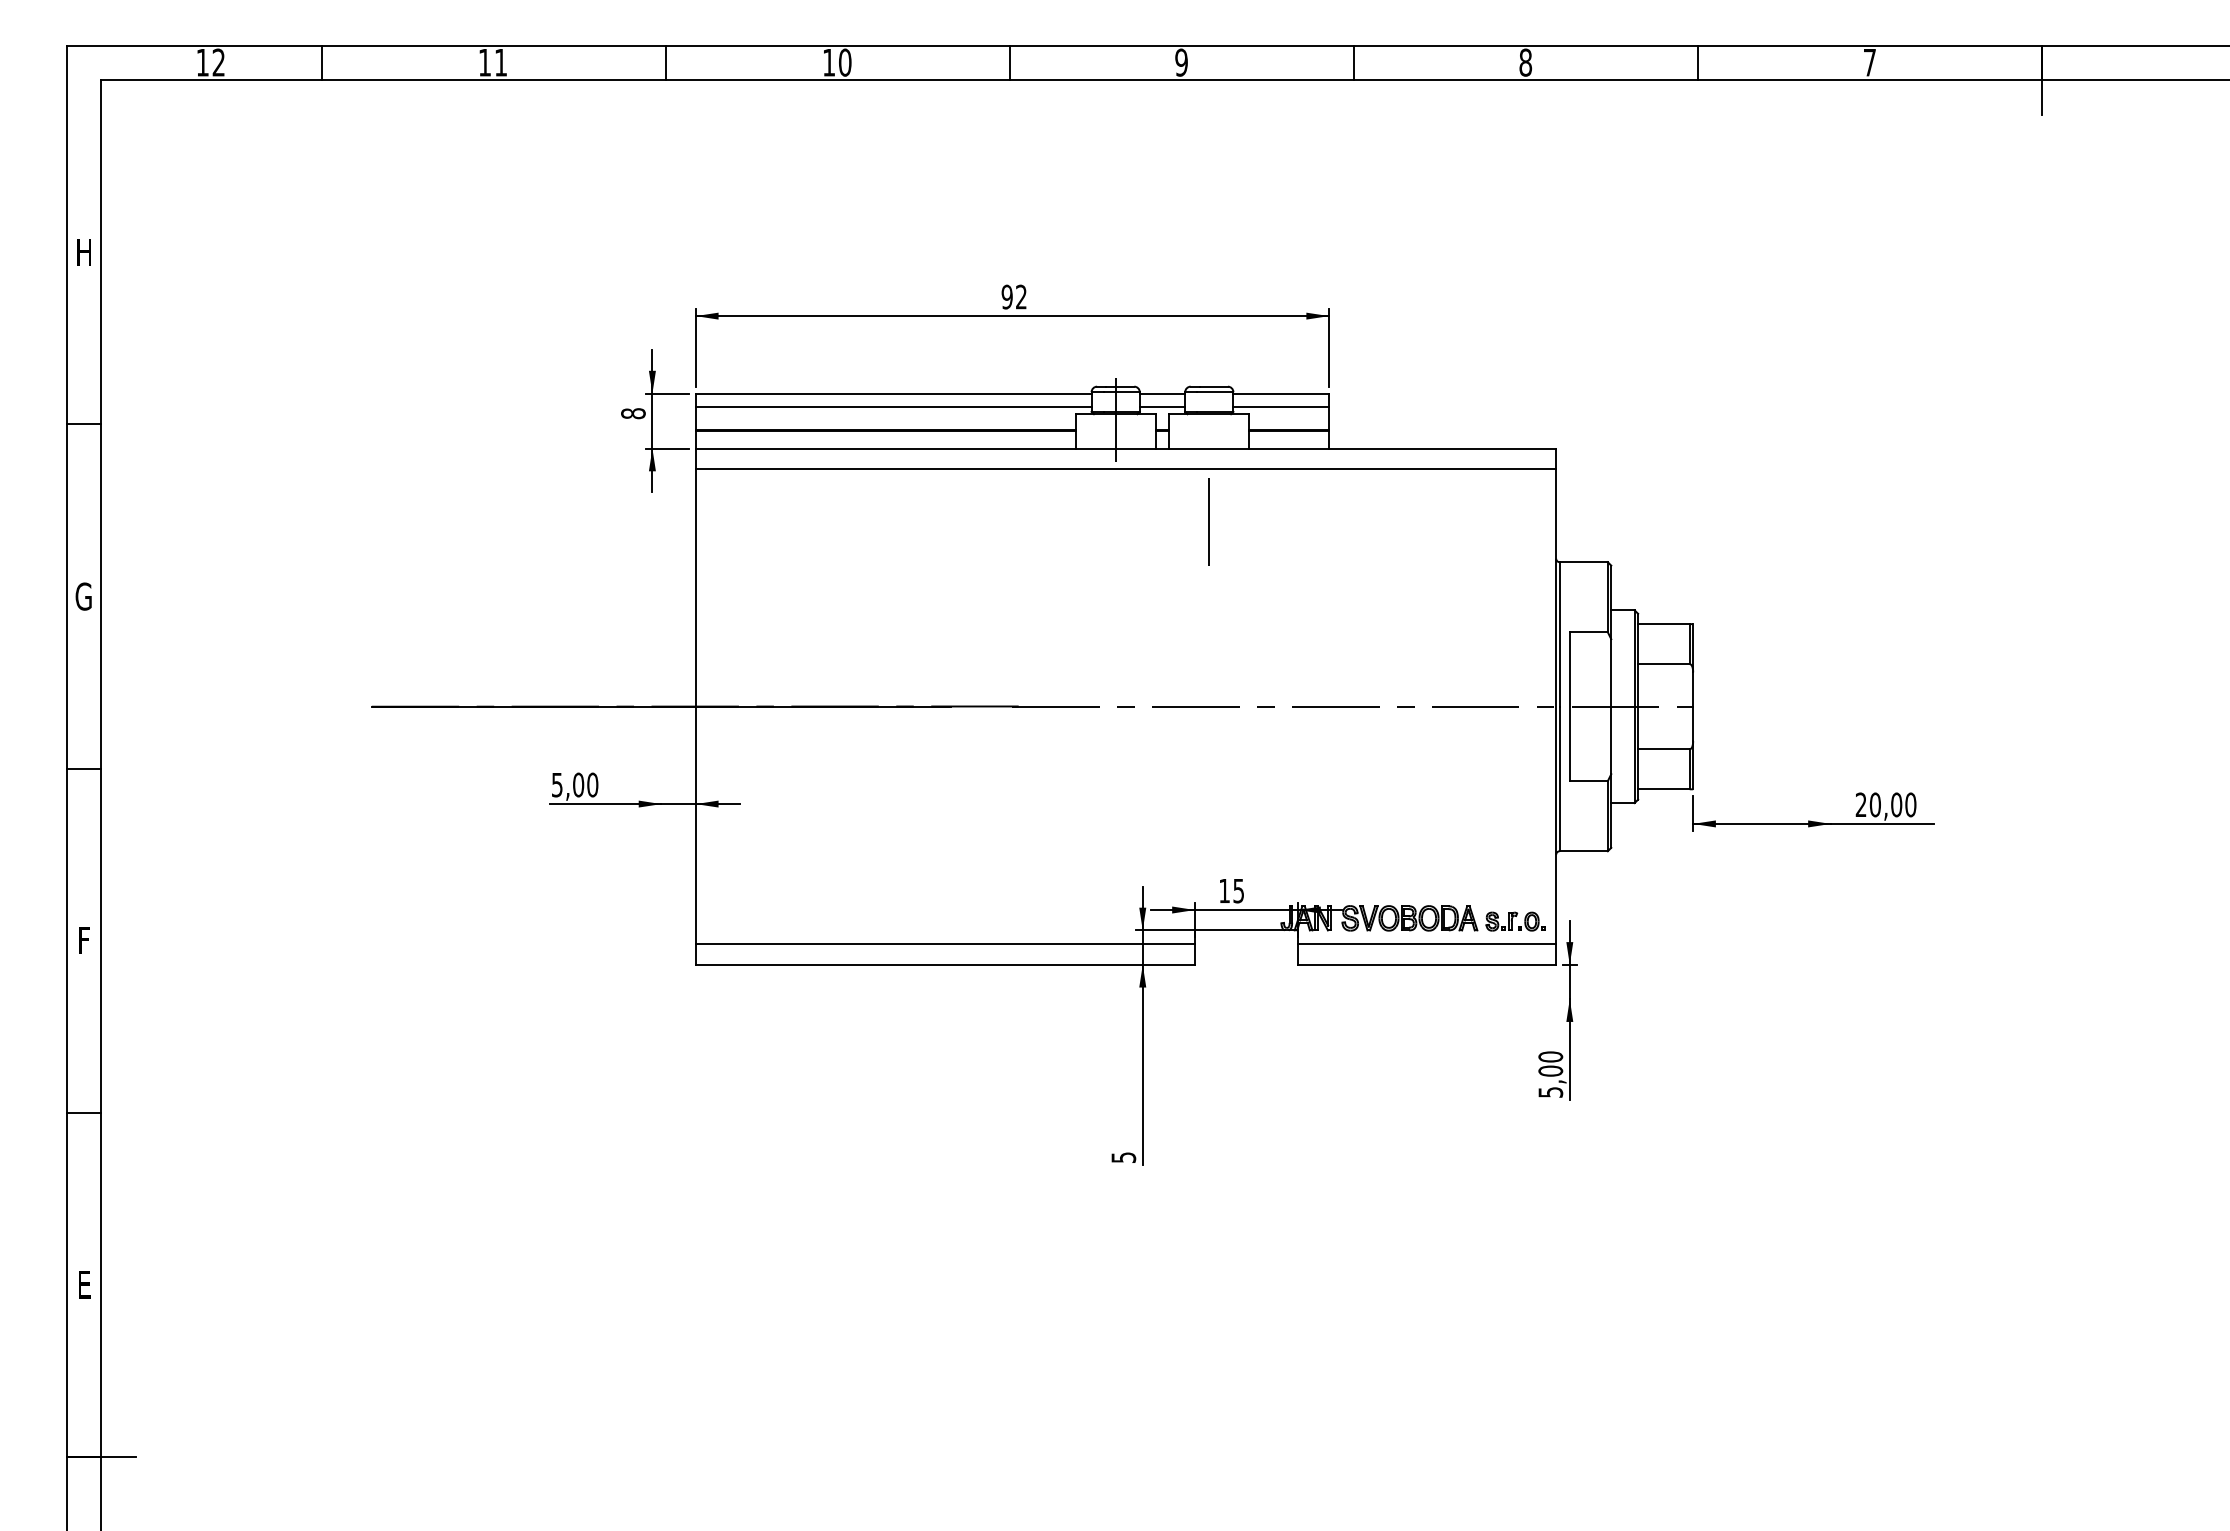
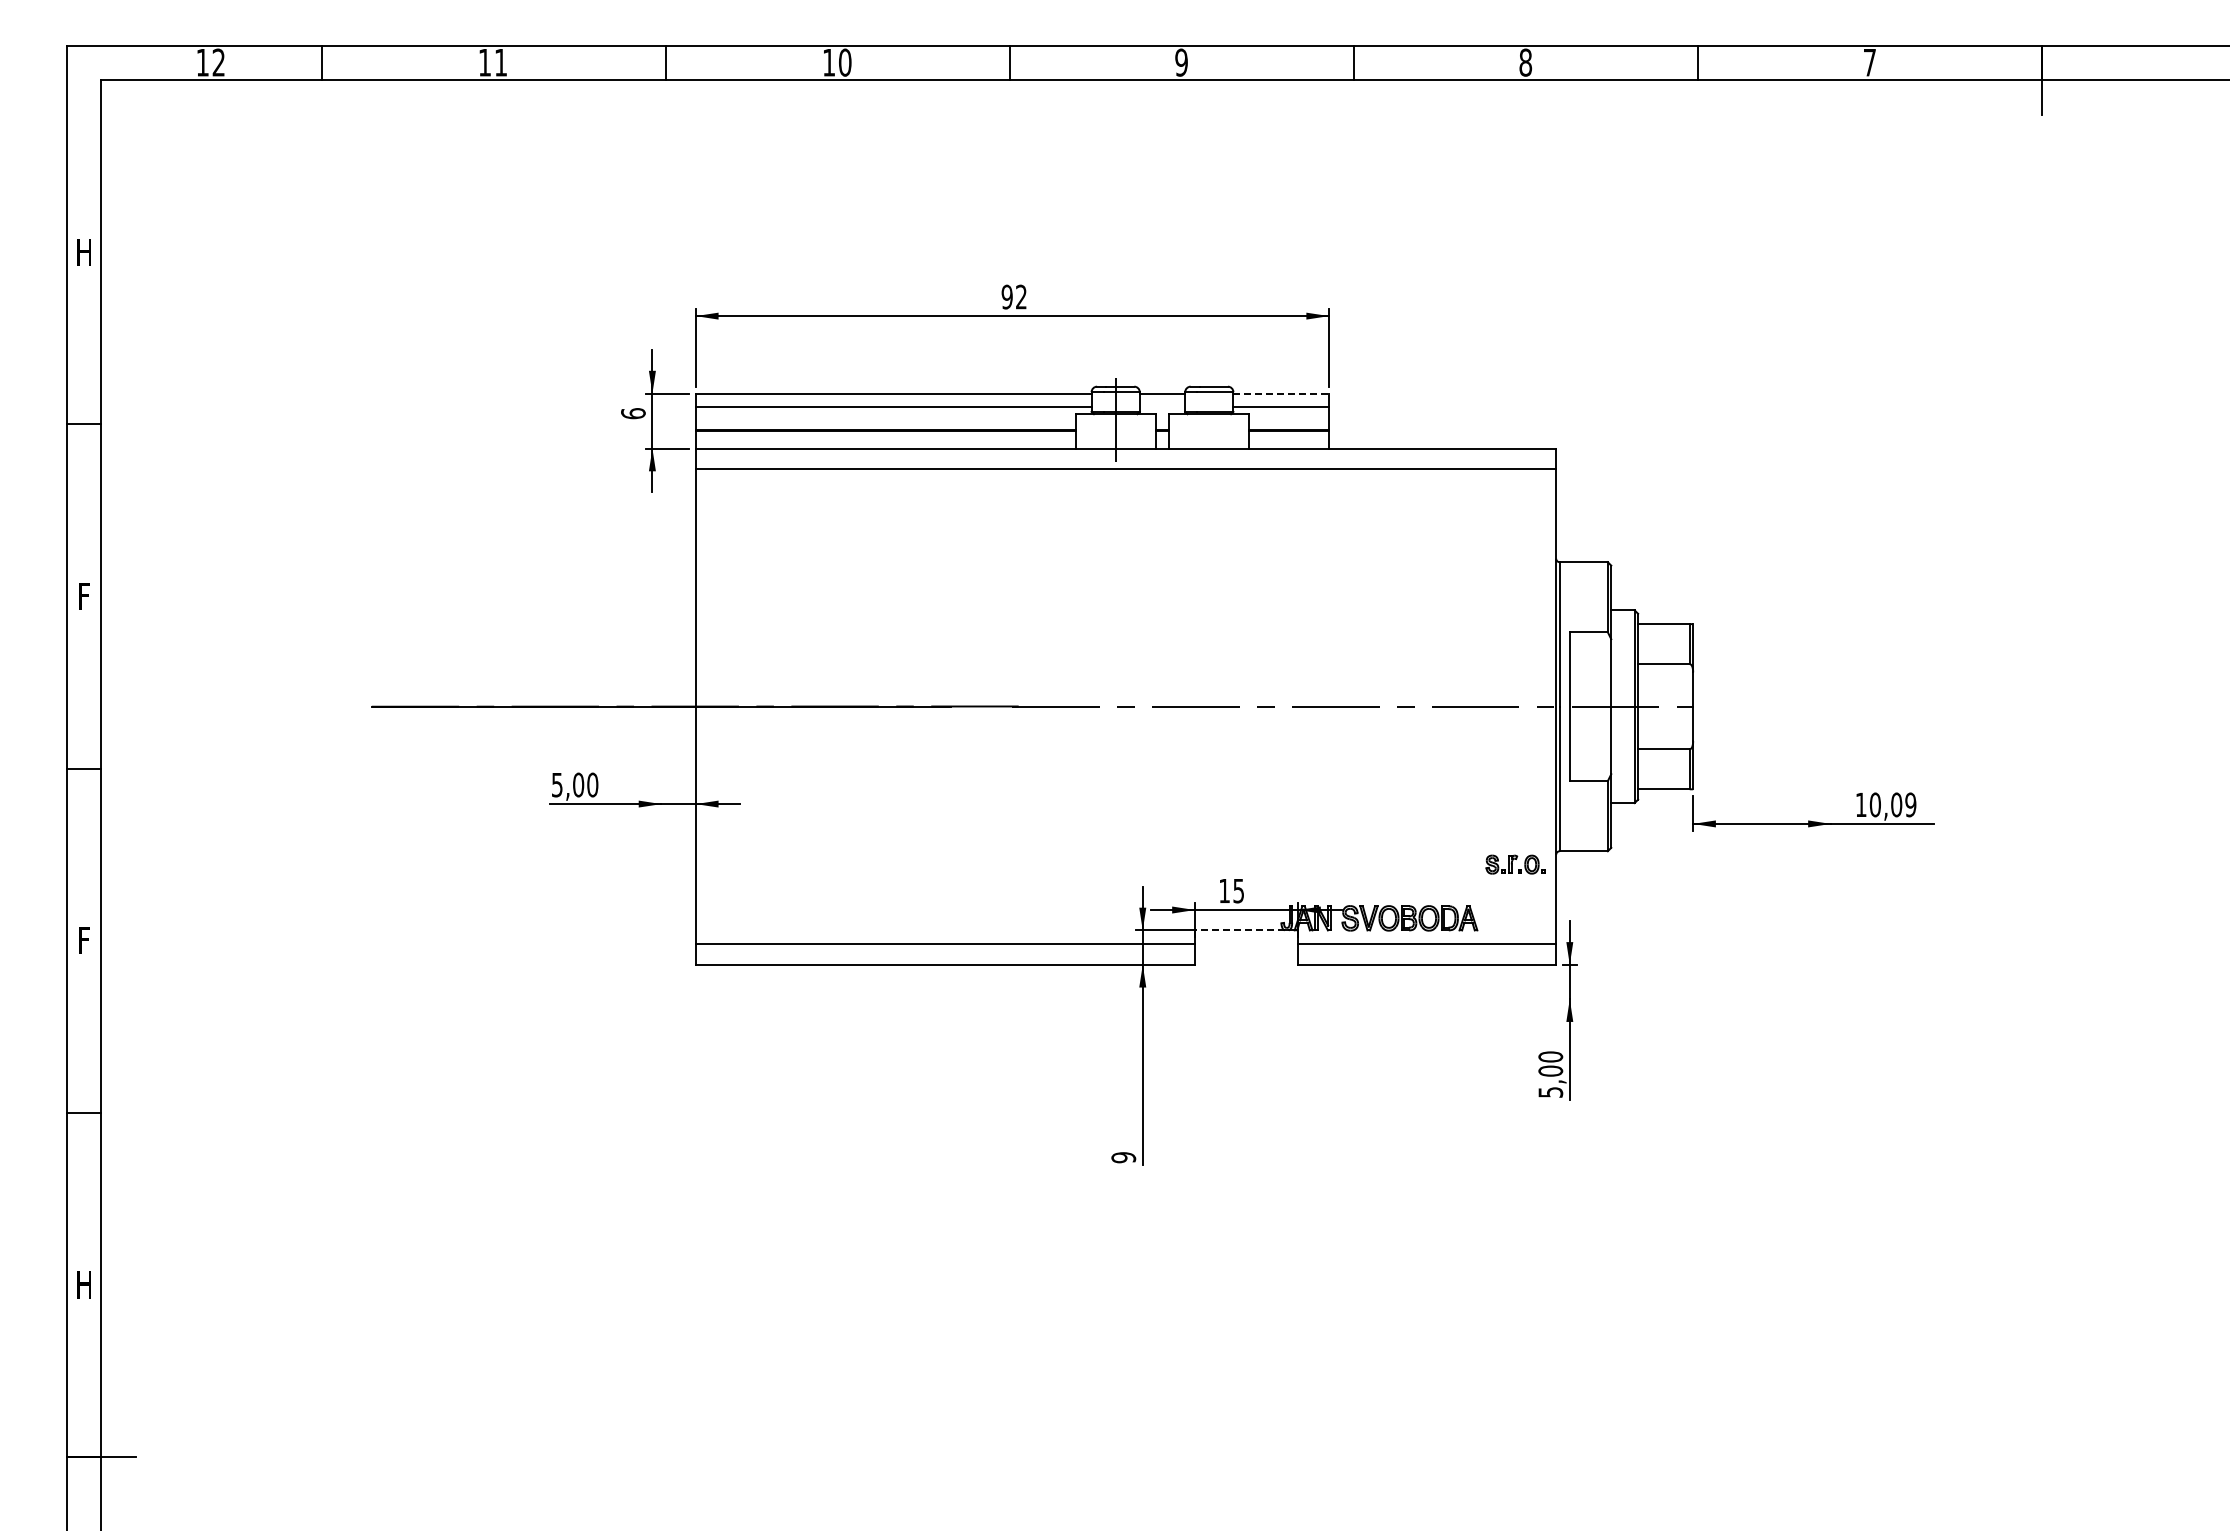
line at (1281, 393): solid -> dashed
line at (1162, 407): present -> none
text at (633, 413): 8 -> 6
line at (1208, 521): present -> none
text at (83, 596): G -> F
text at (1885, 804): 20,00 -> 10,09
part at (1515, 921) position: (1515, 921) -> (1515, 864)
line at (1239, 930): solid -> dashed
text at (1123, 1157): 5 -> 9
text at (83, 1284): E -> H
